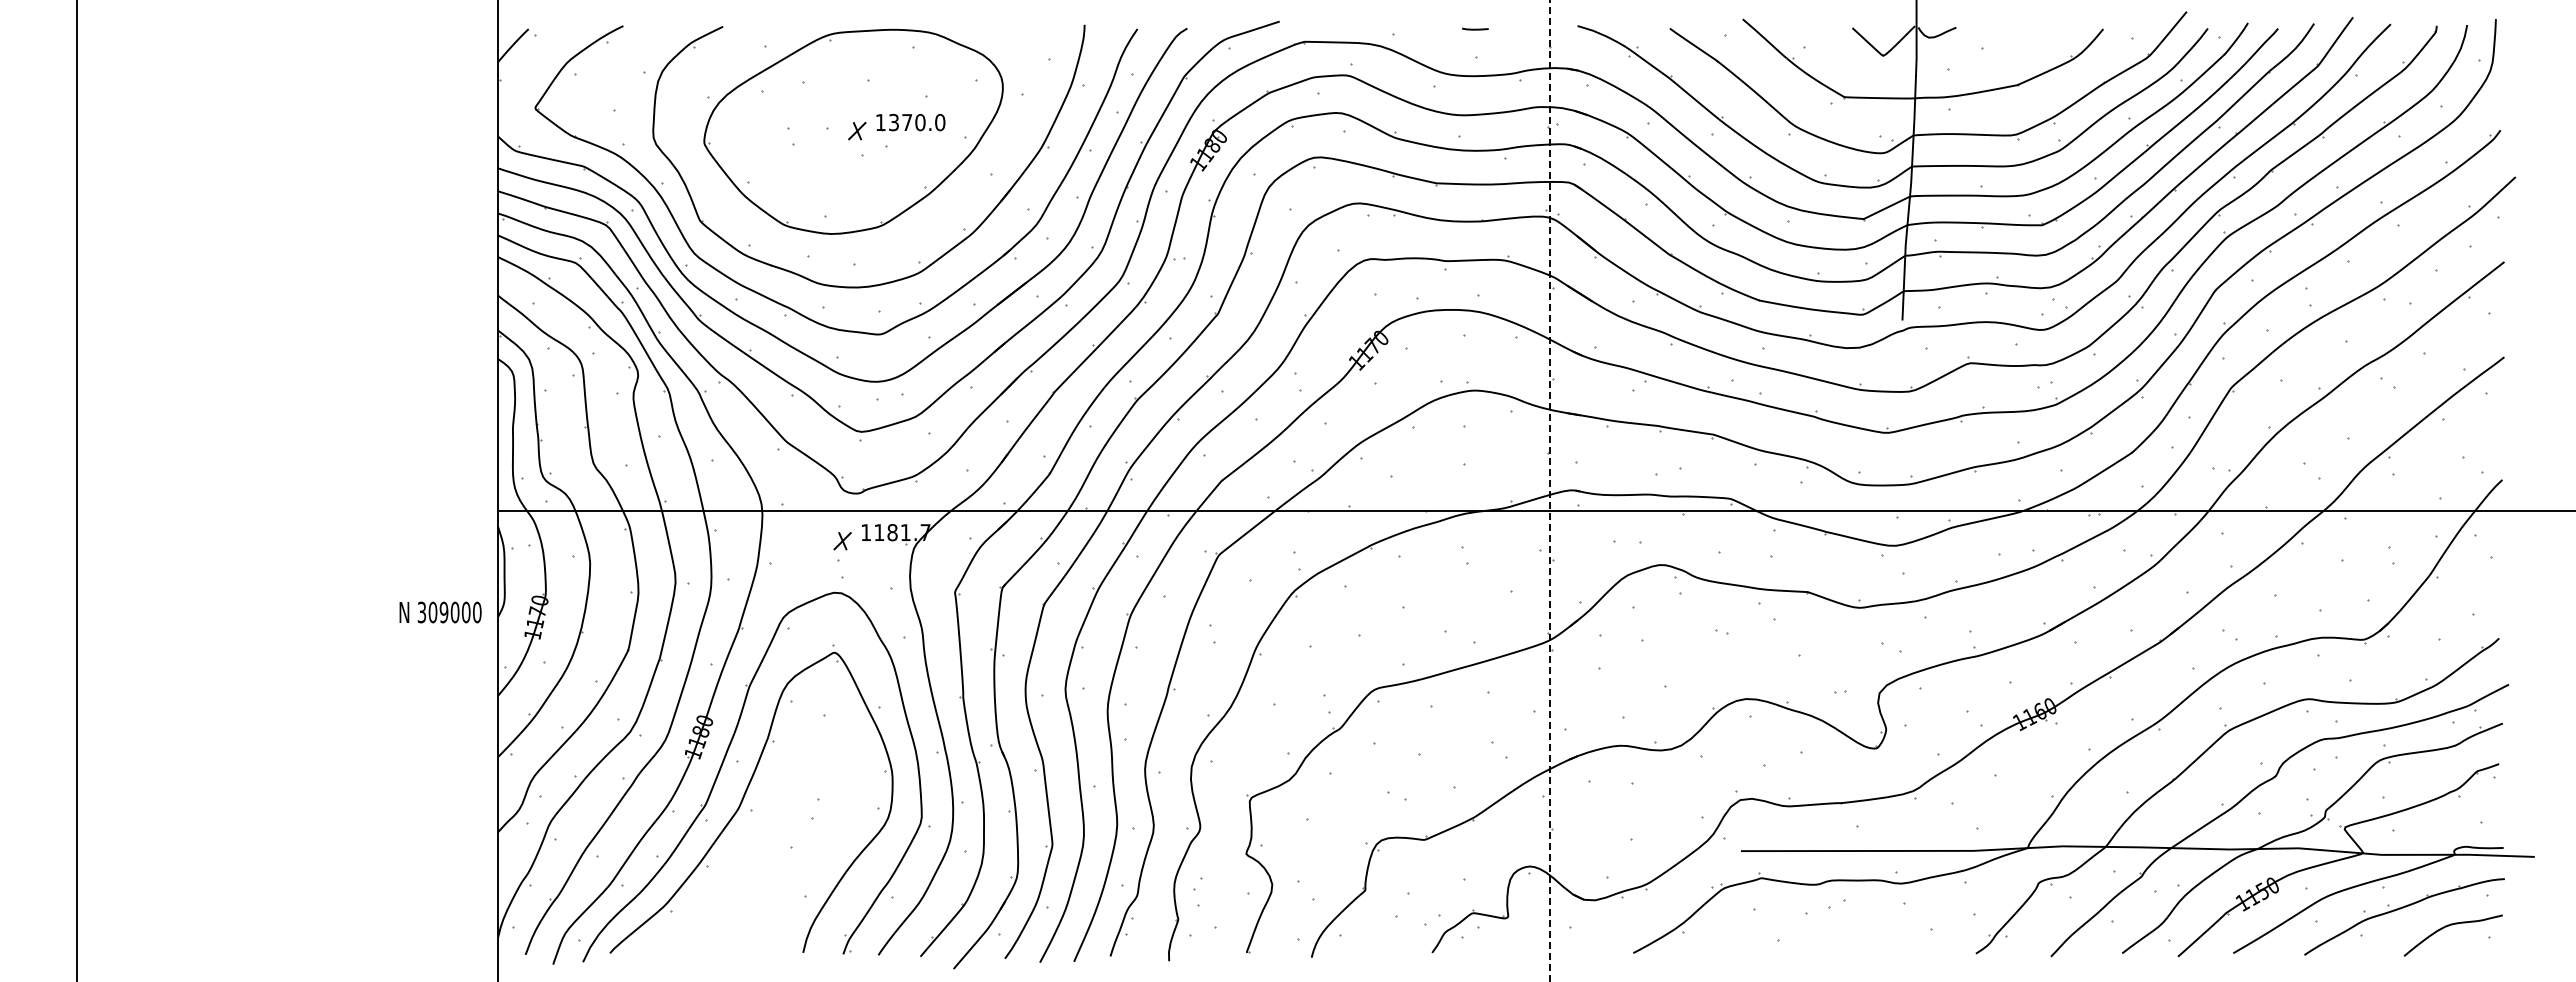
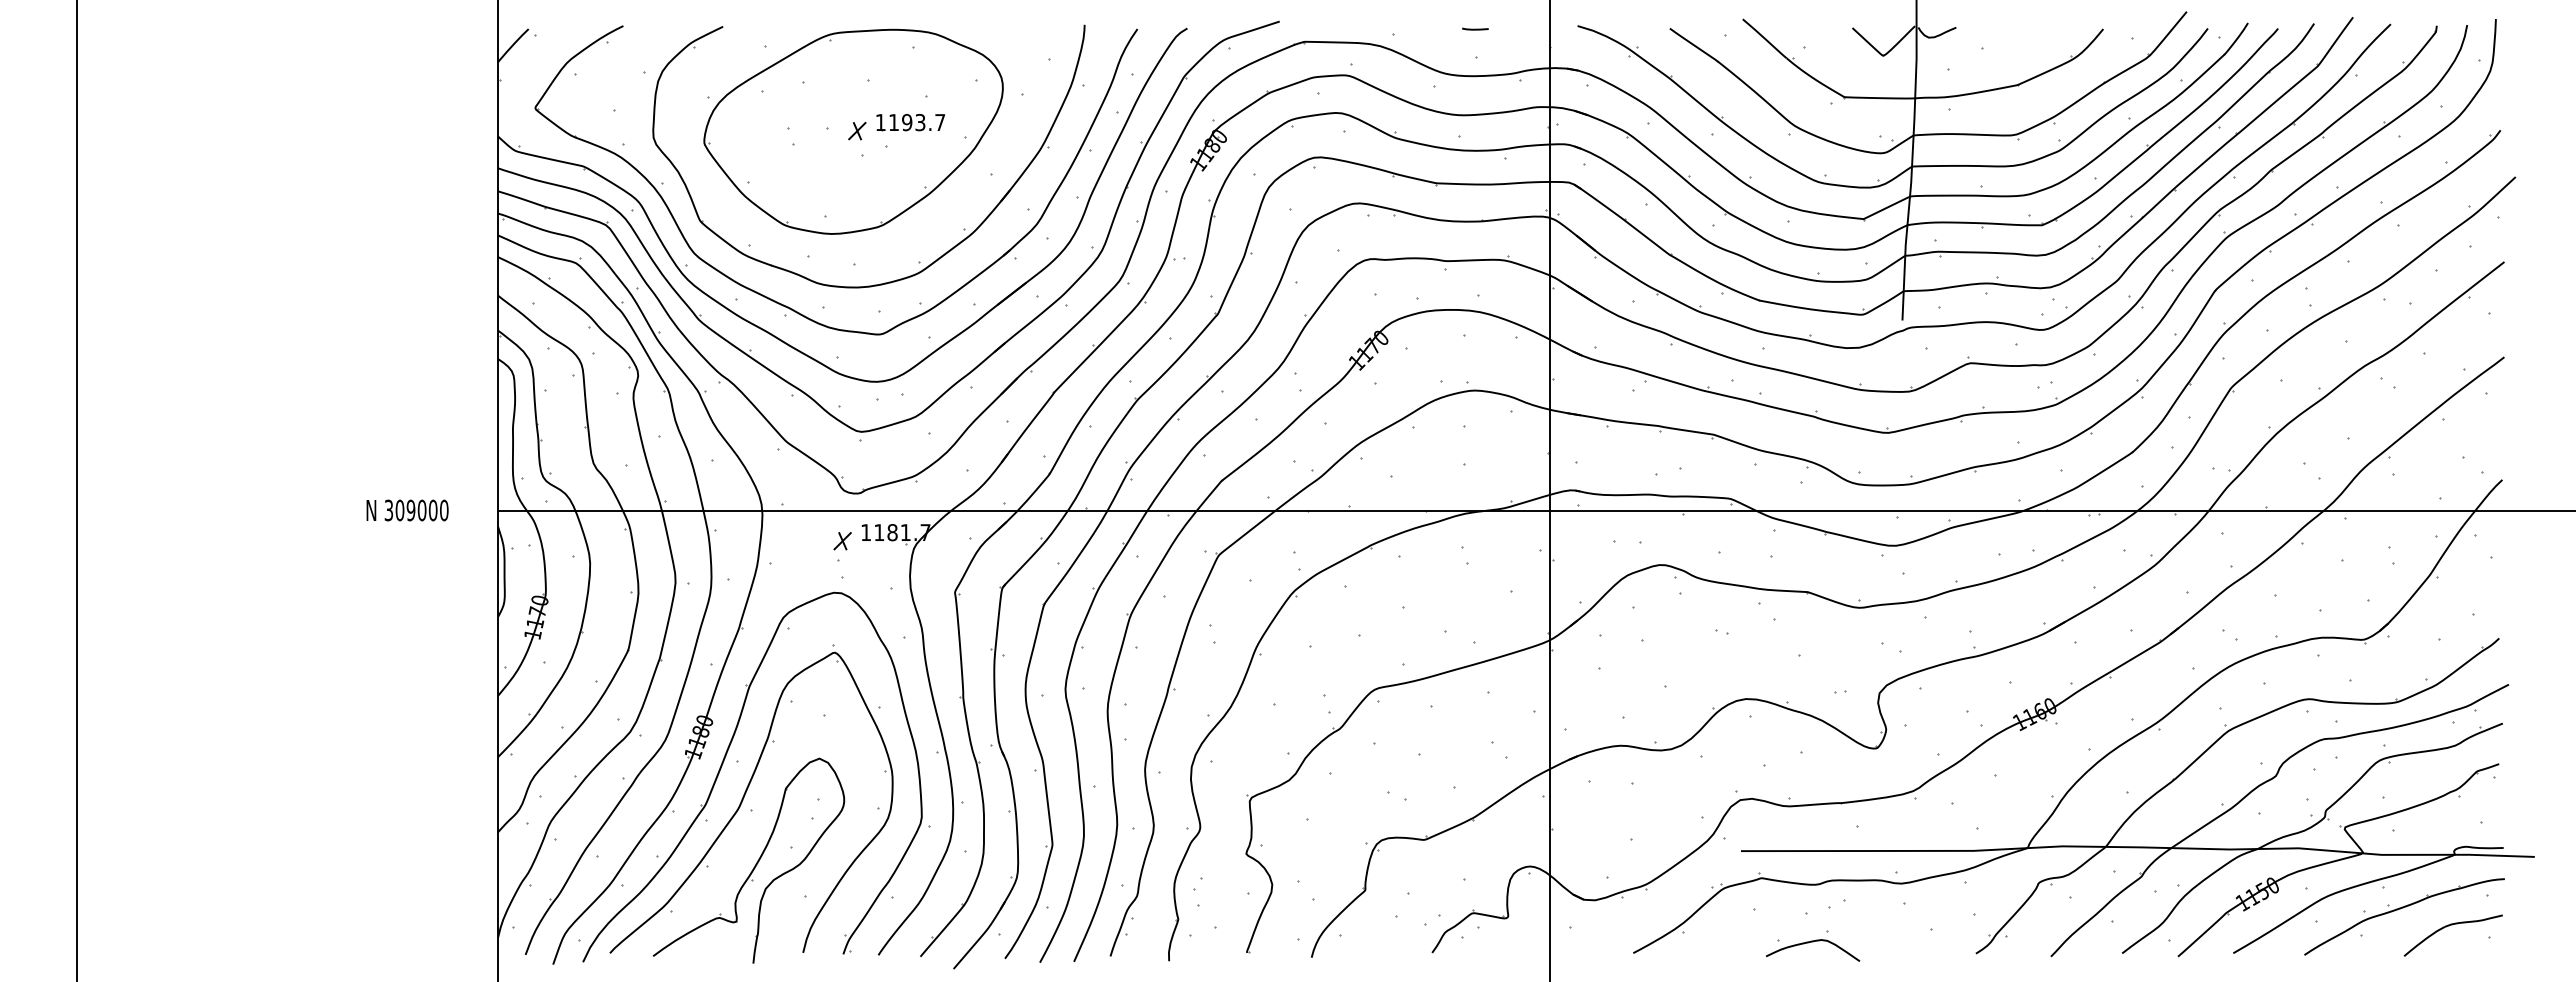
text at (917, 122): 1370.0 -> 1193.7
line at (1549, 490): dashed -> solid
text at (440, 612) position: (440, 612) -> (407, 510)
part at (754, 865): none -> present
part at (1813, 945): none -> present
